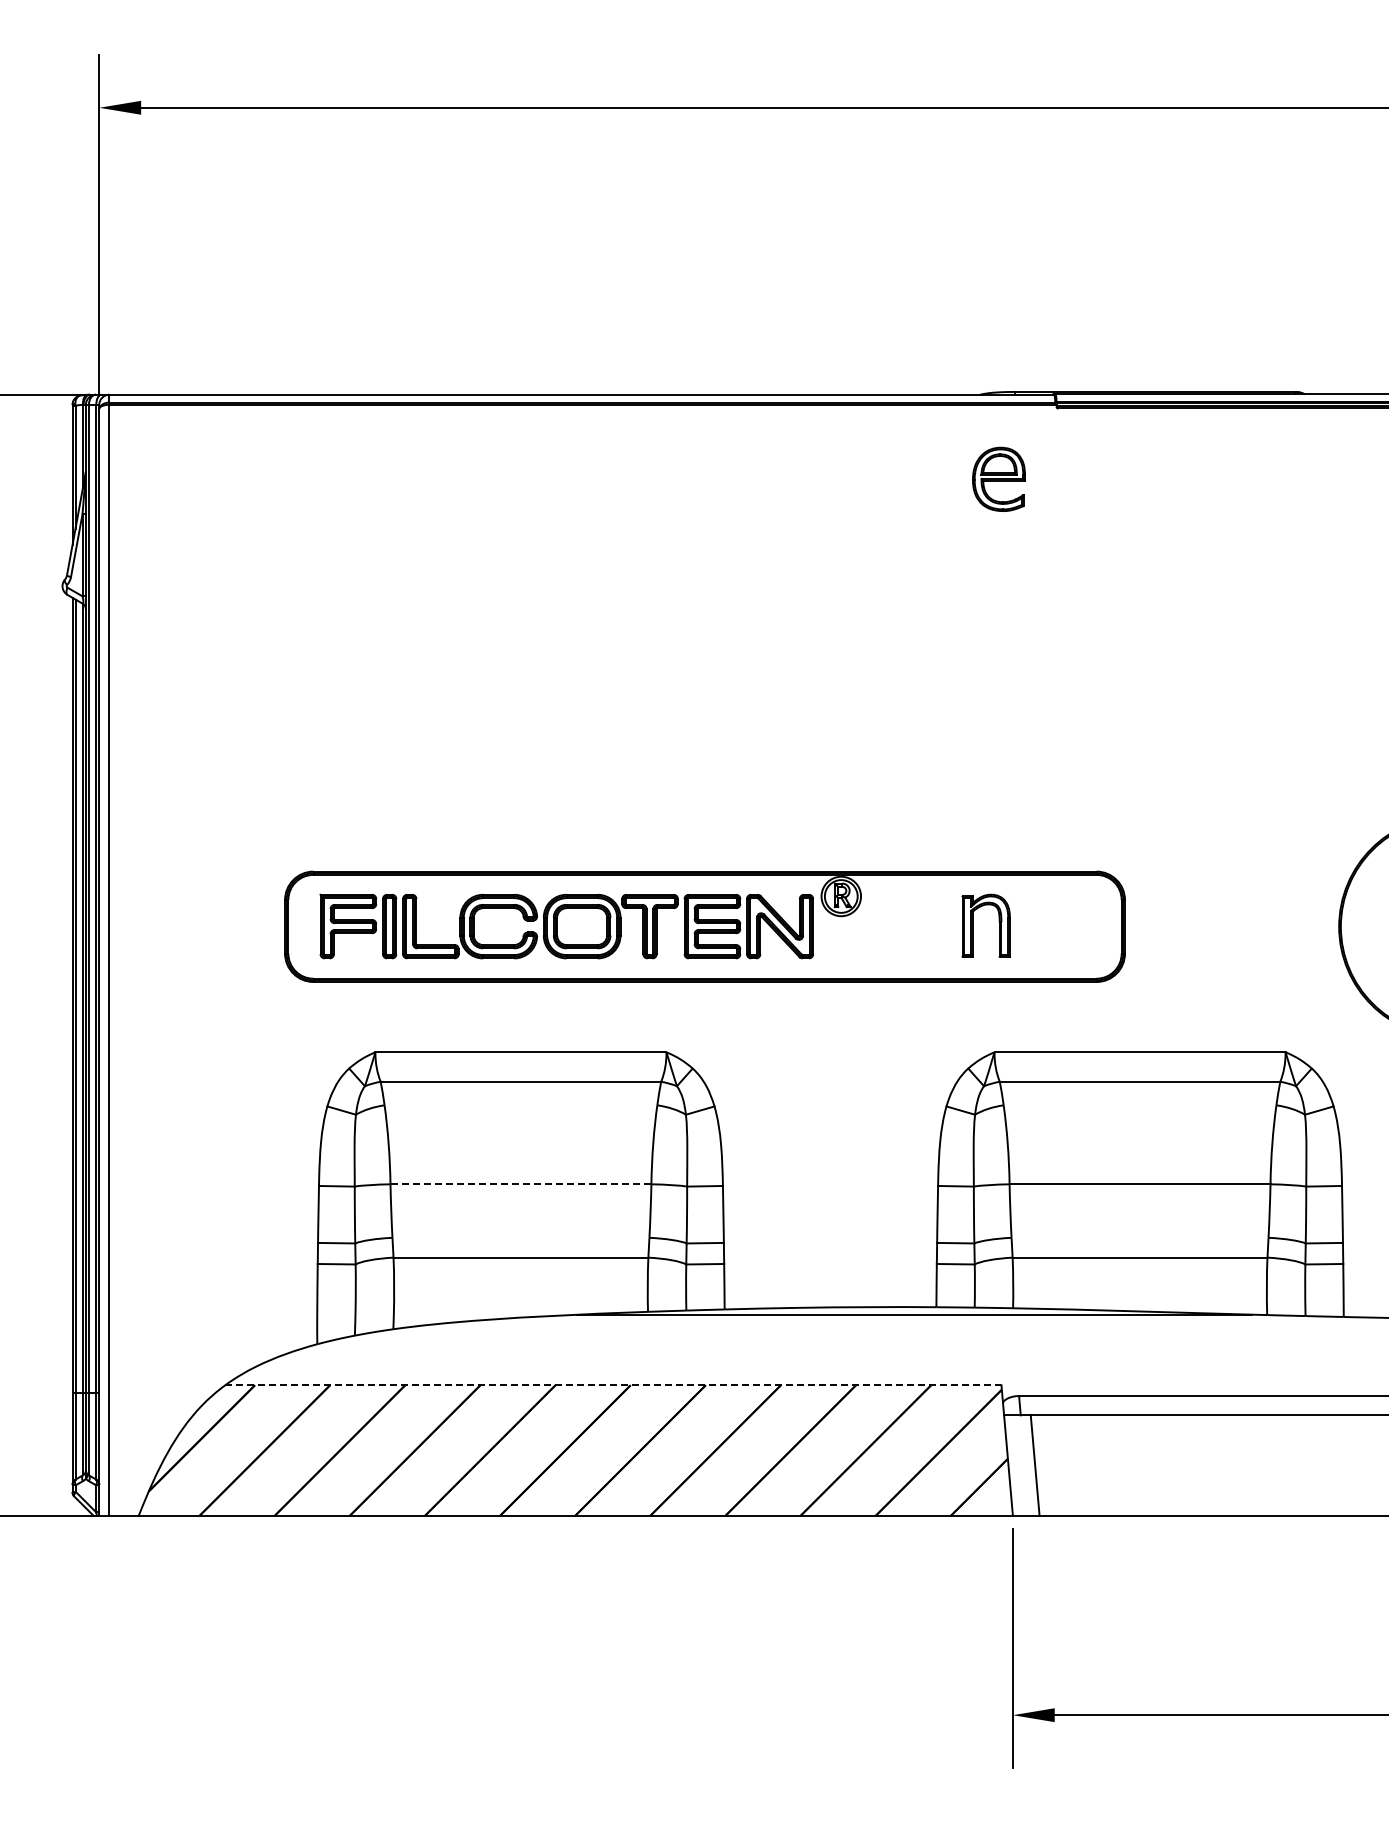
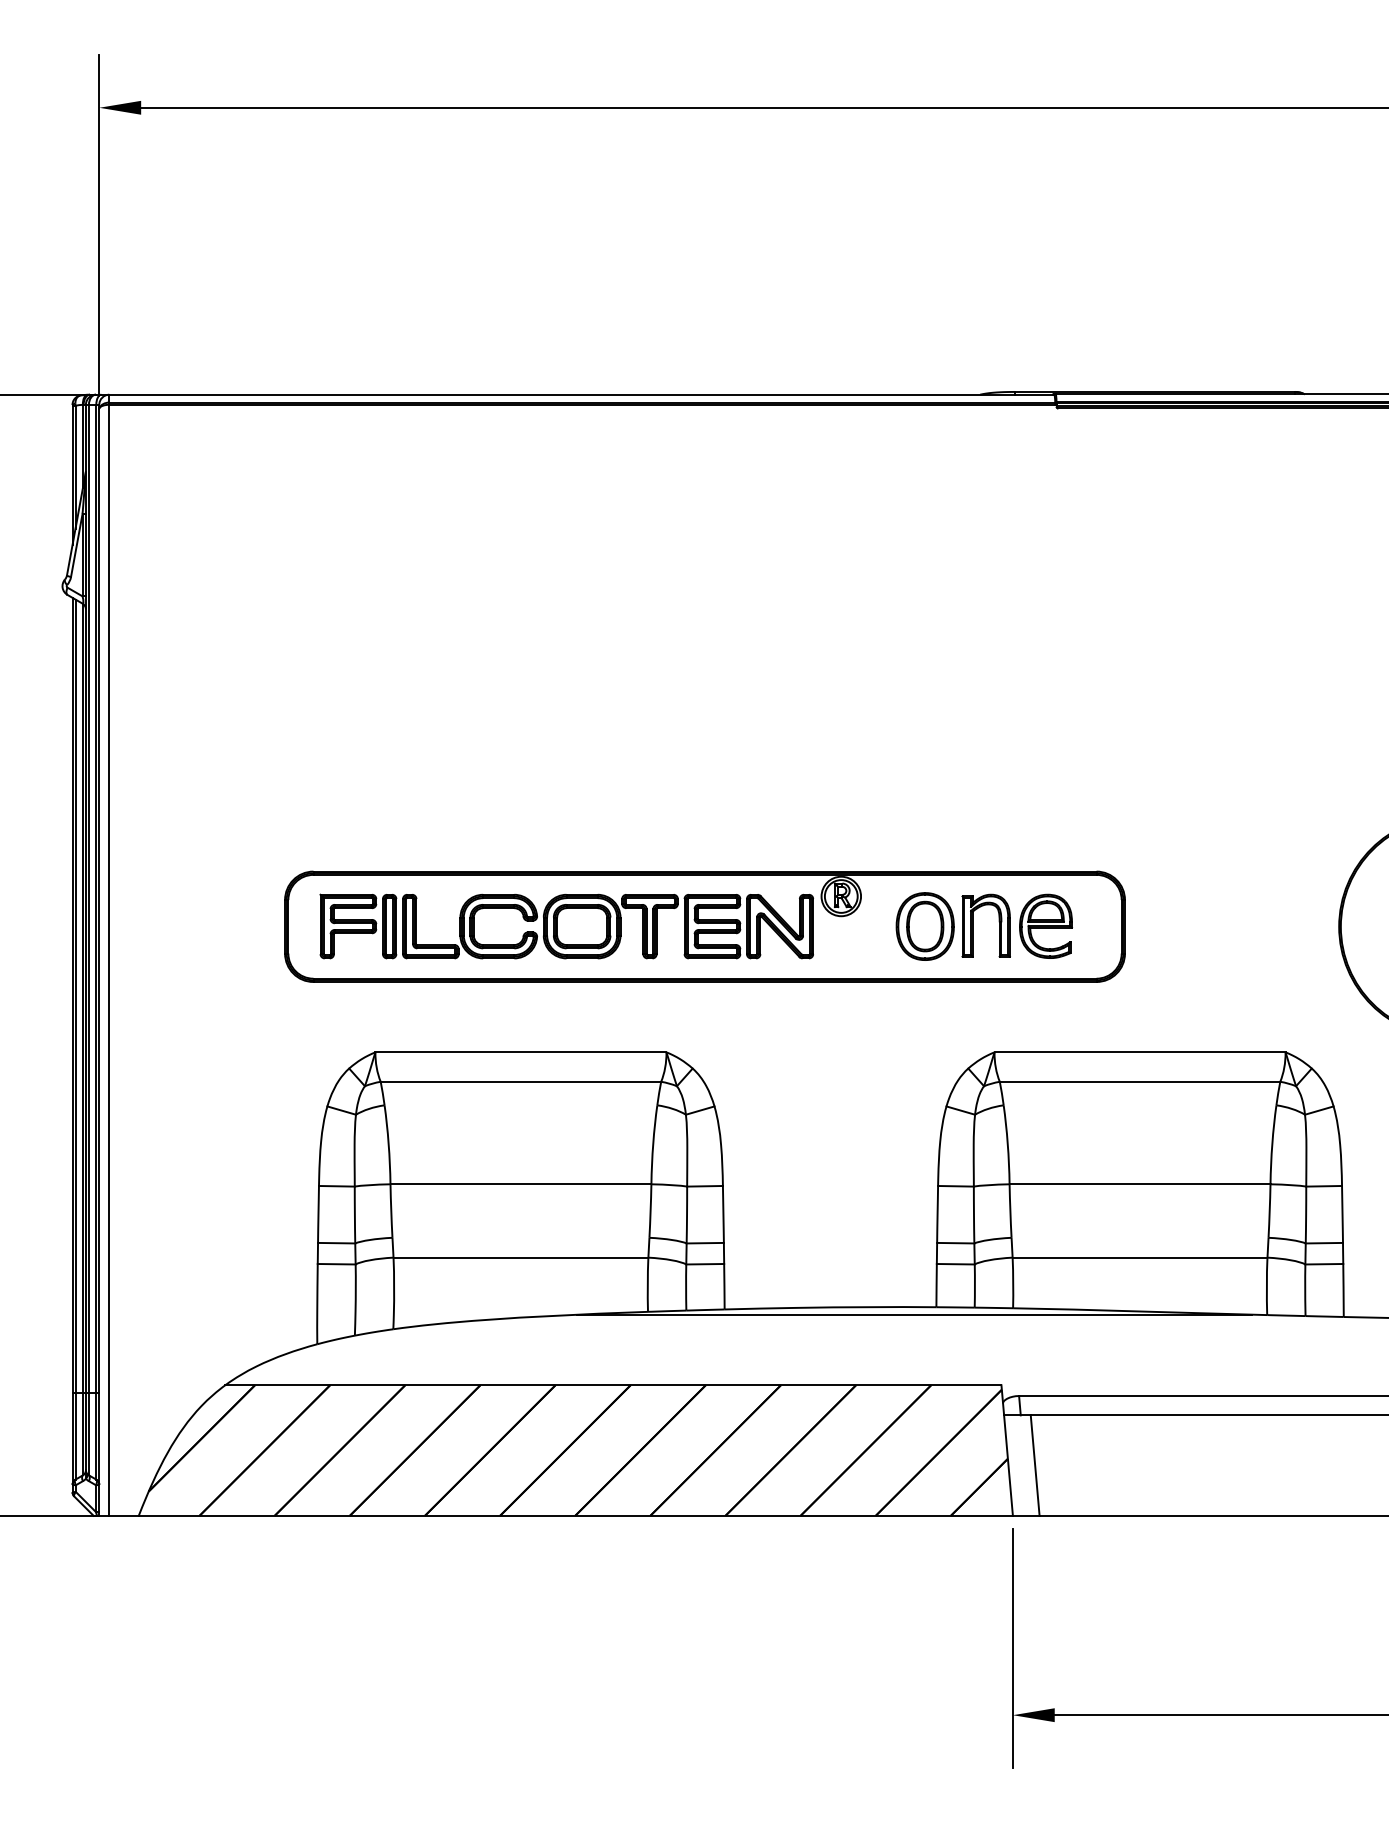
part at (998, 478) position: (998, 478) -> (1045, 925)
part at (924, 926): none -> present
line at (520, 1184): dashed -> solid
line at (613, 1385): dashed -> solid
